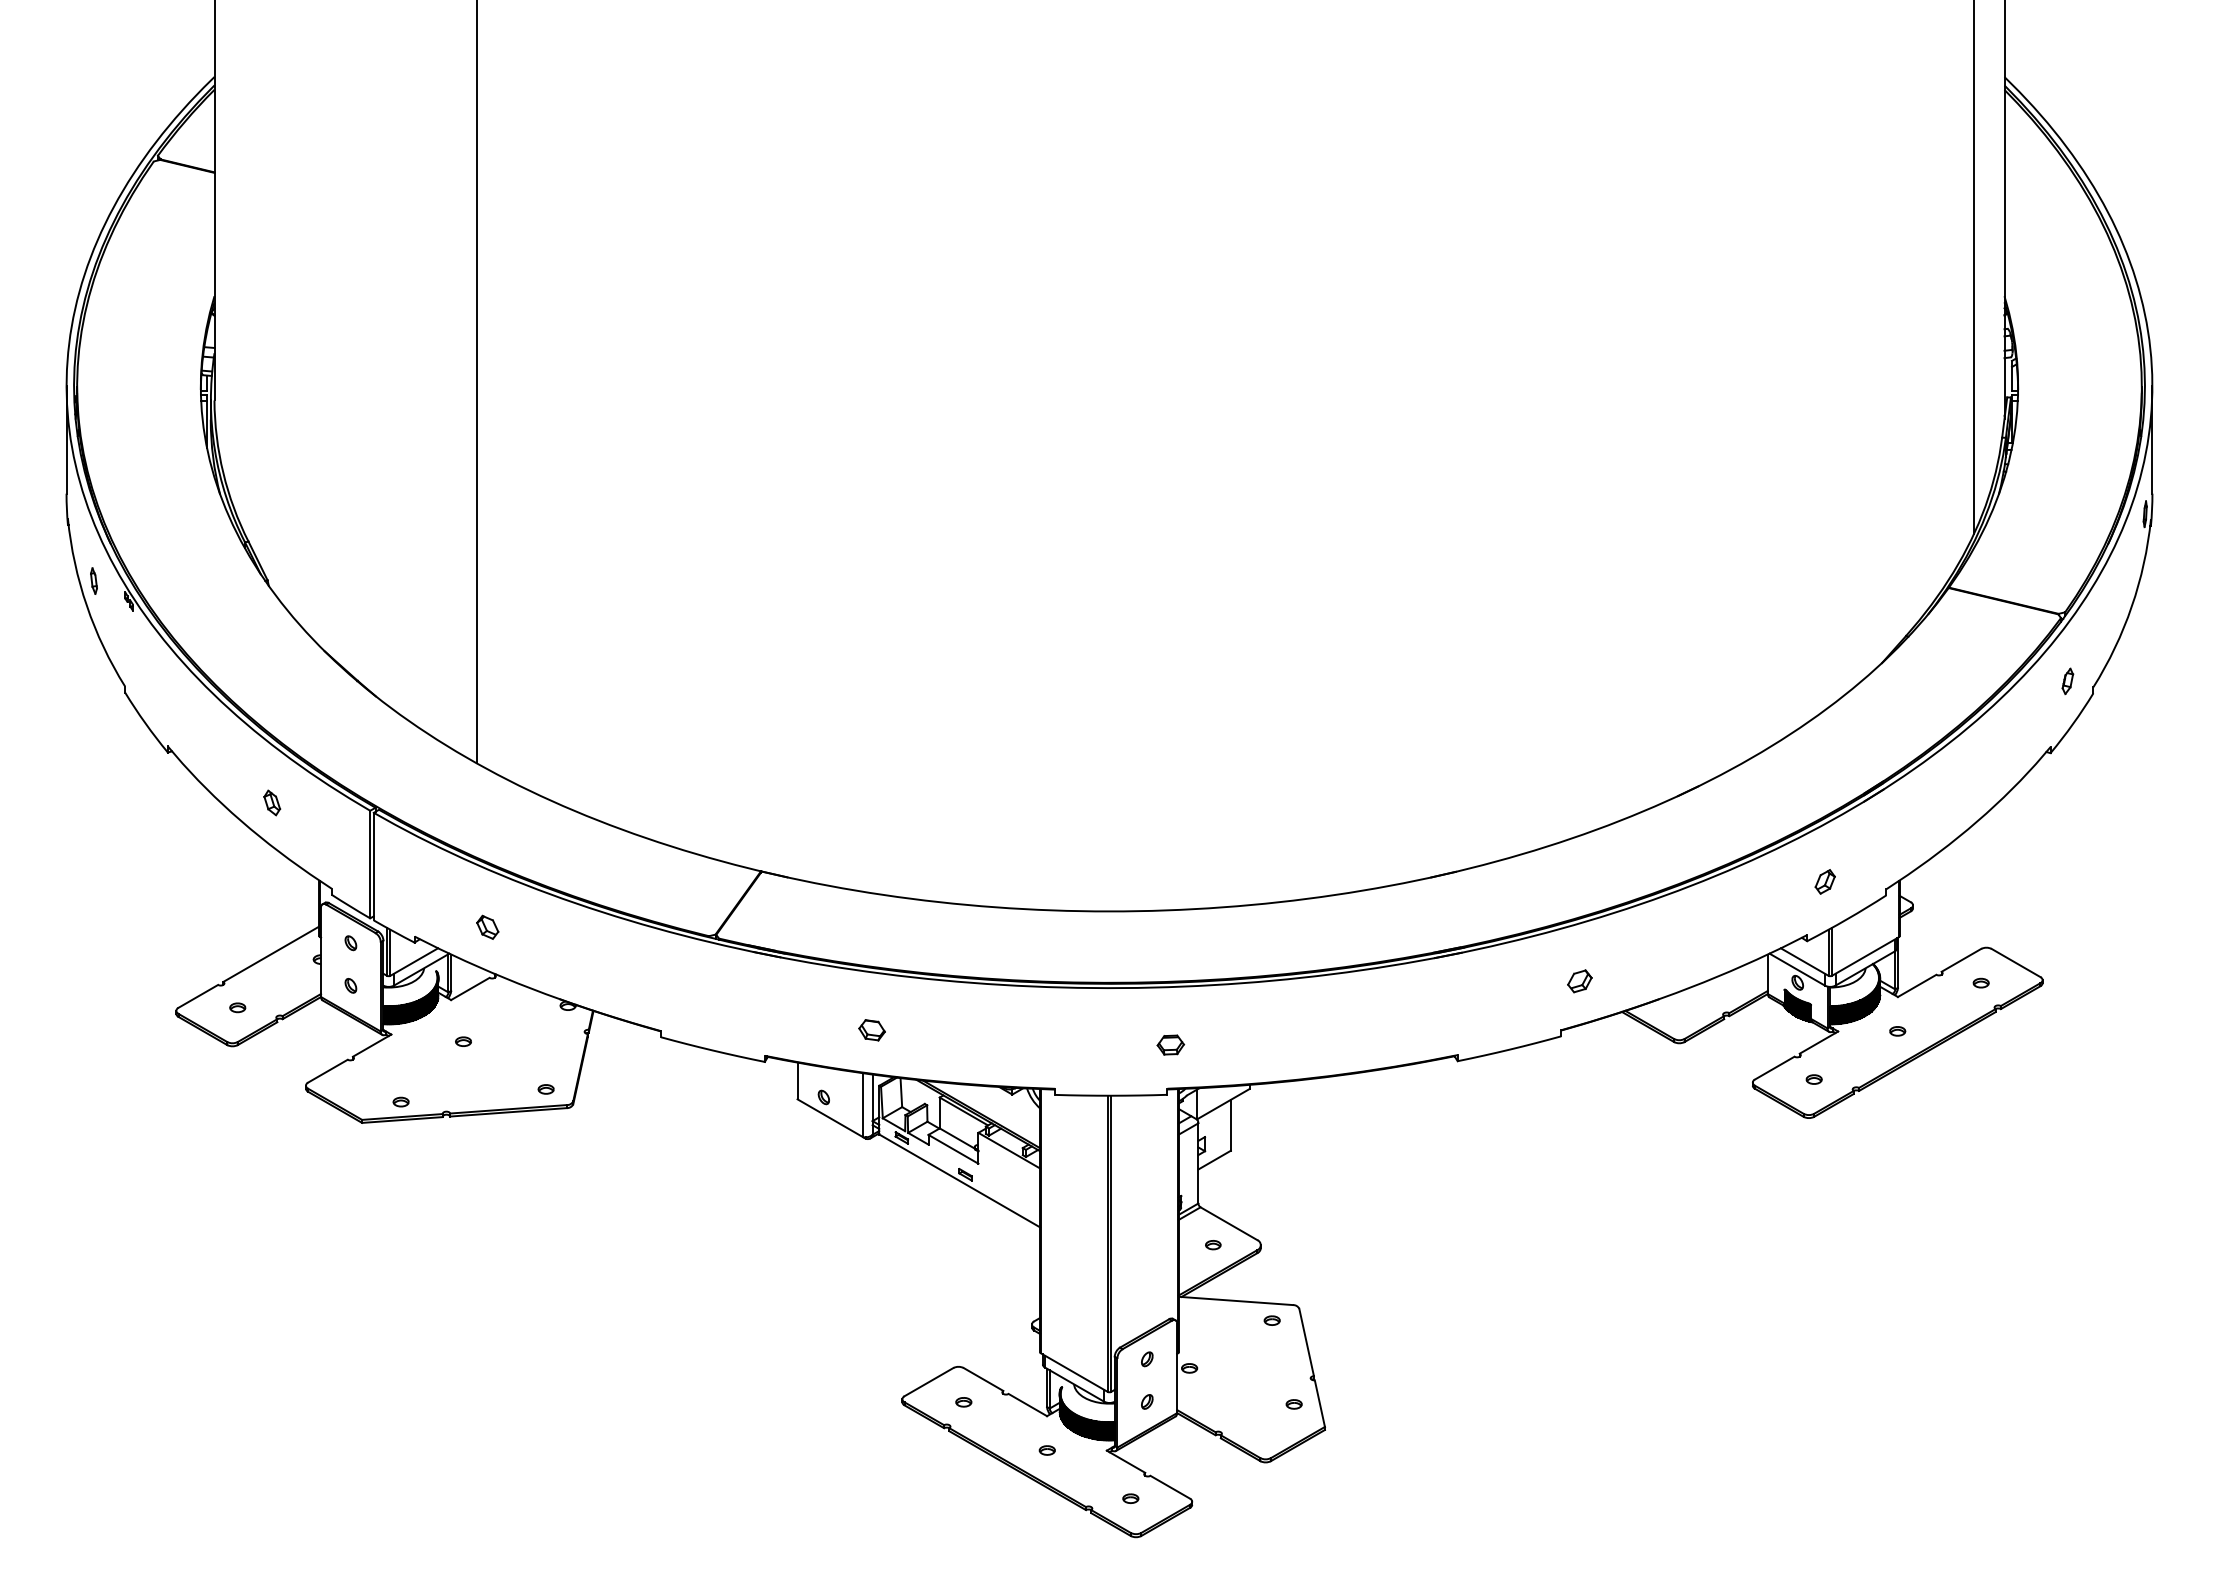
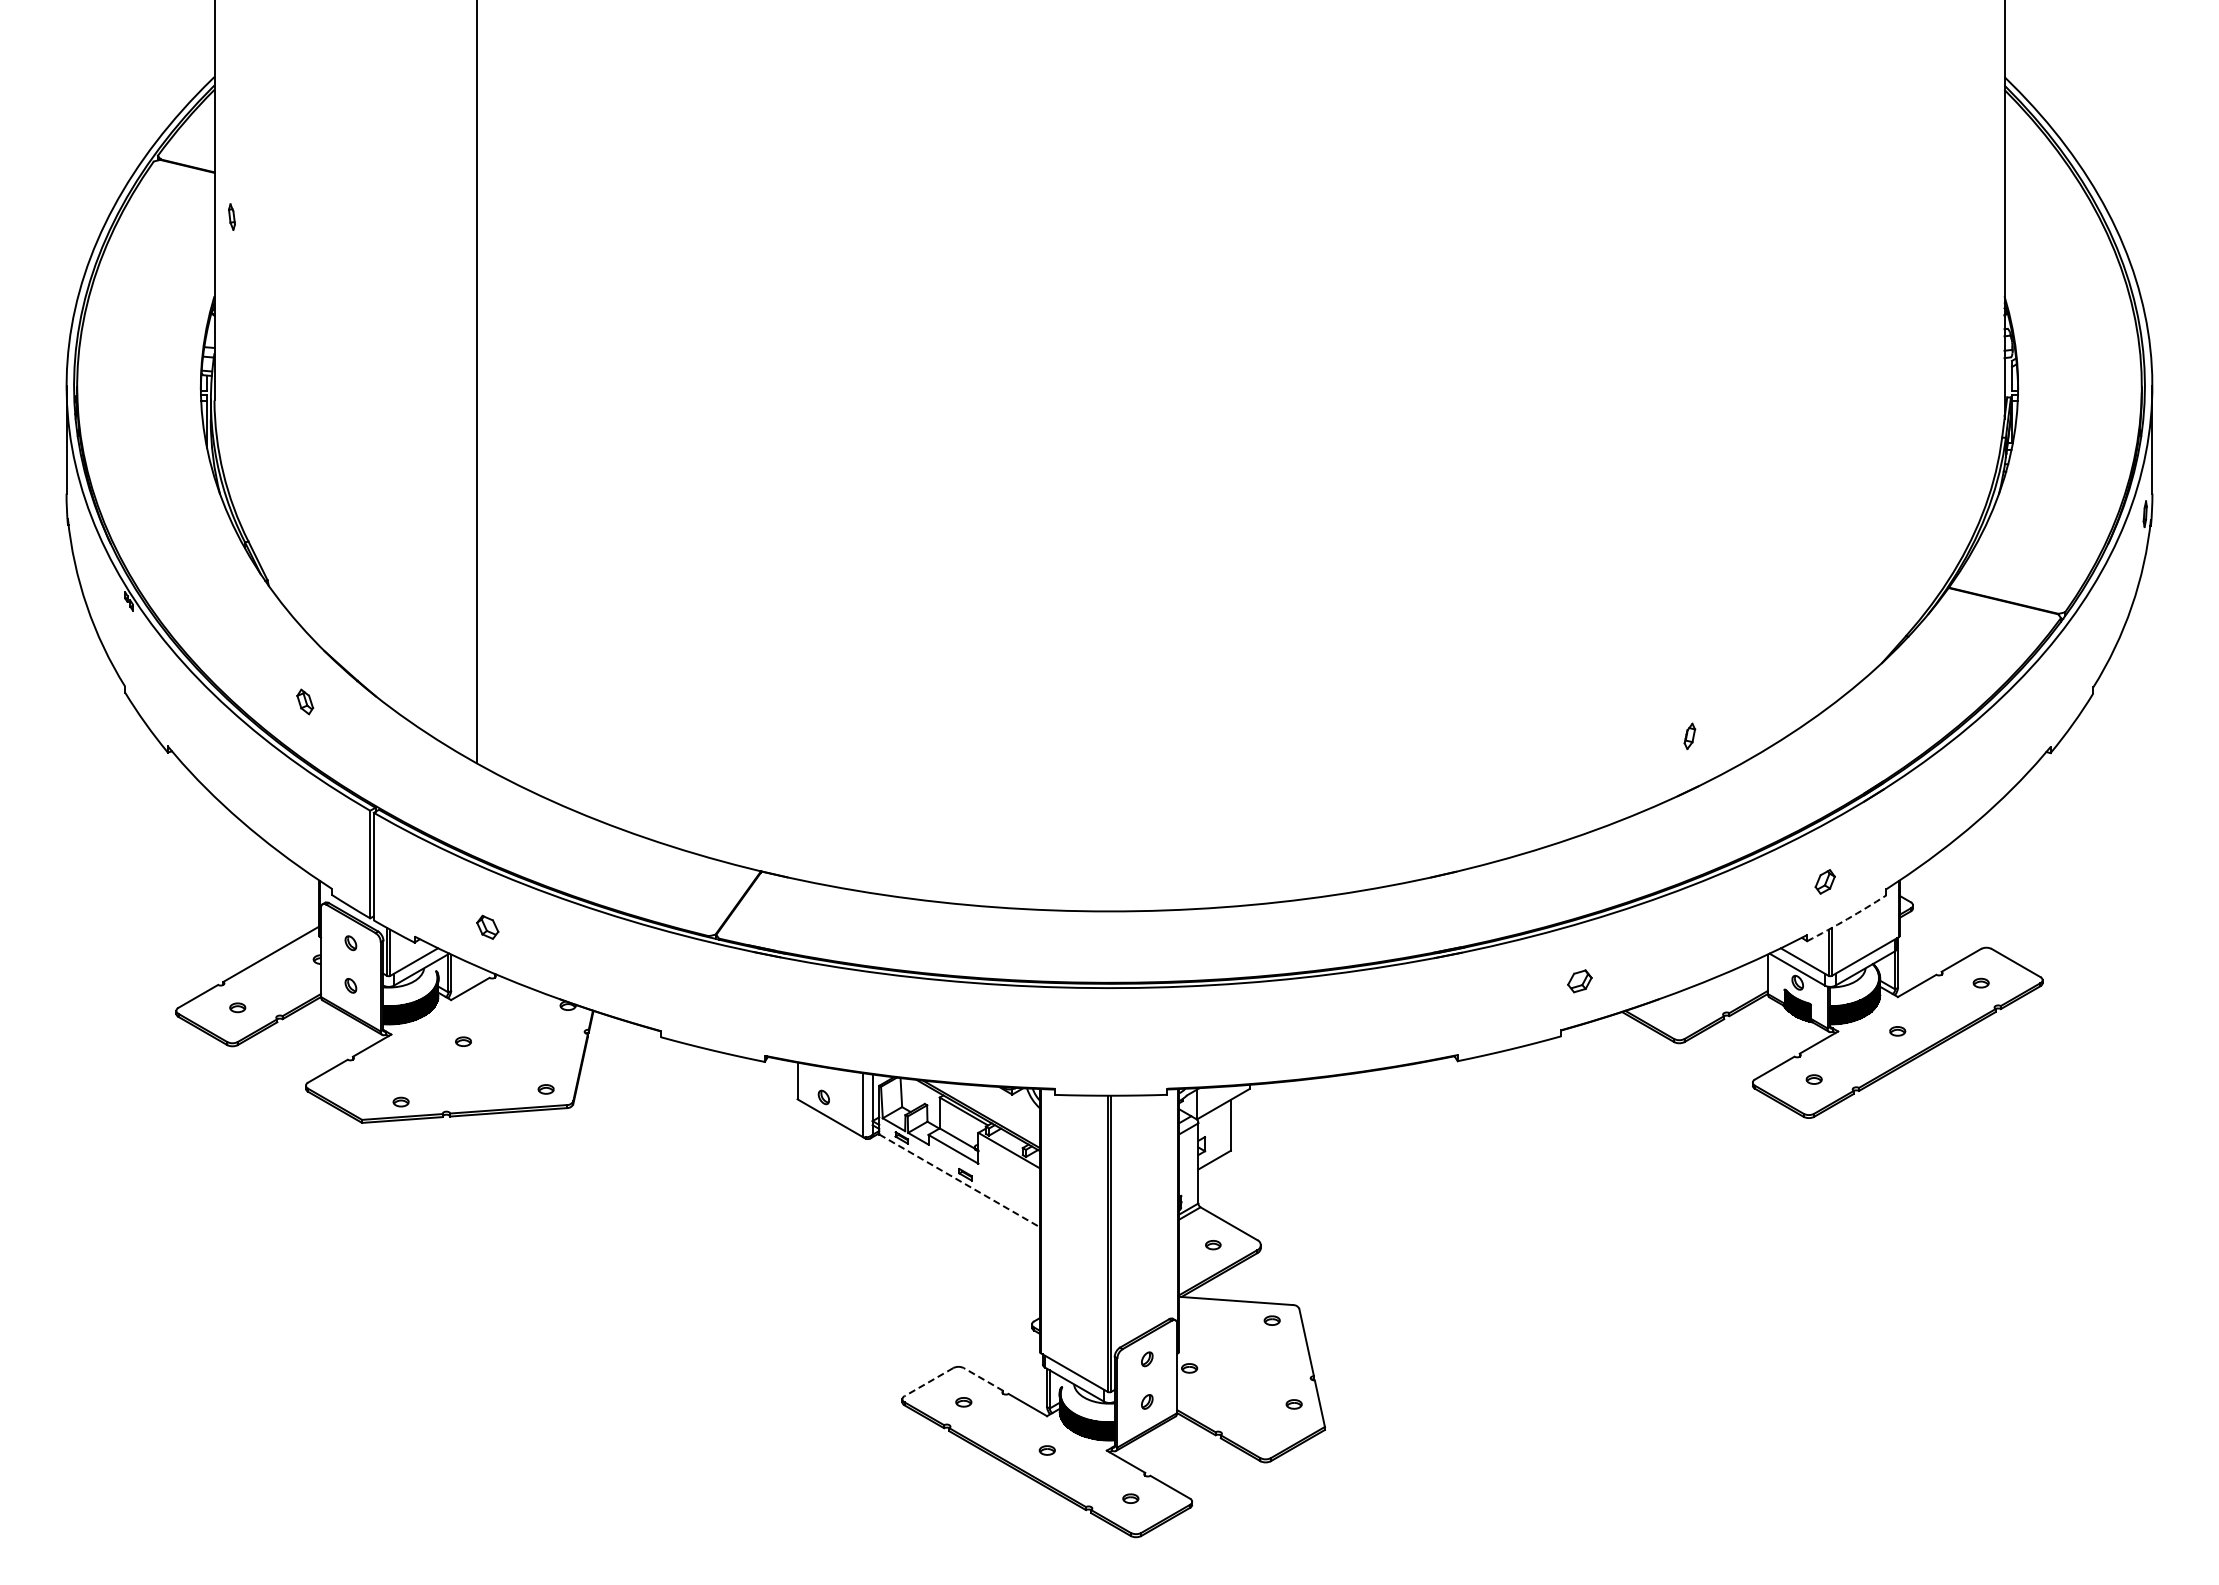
line at (1974, 268): present -> none
part at (93, 580) position: (93, 580) -> (231, 216)
part at (2067, 681) position: (2067, 681) -> (1689, 736)
part at (272, 802) position: (272, 802) -> (305, 701)
arc at (1847, 919): solid -> dashed
part at (871, 1030): present -> none
part at (1170, 1044): present -> none
line at (959, 1180): solid -> dashed
line at (983, 1379): solid -> dashed
line at (928, 1382): solid -> dashed
